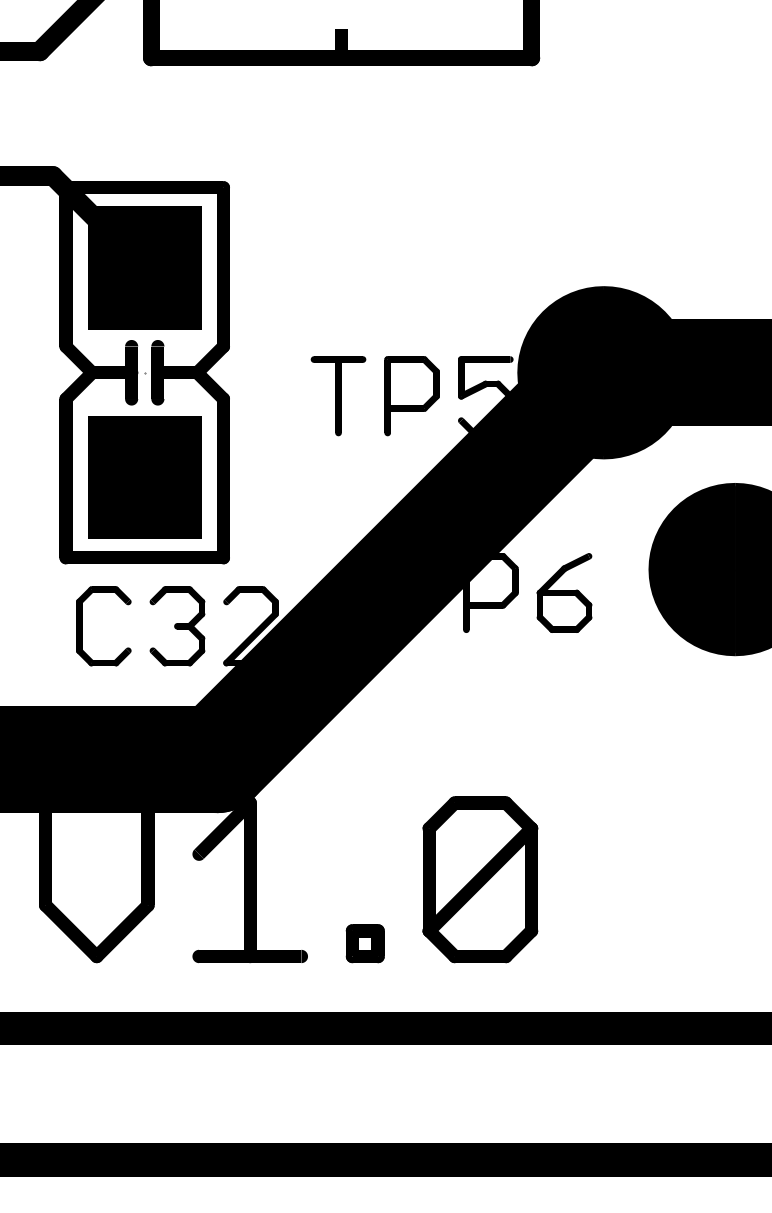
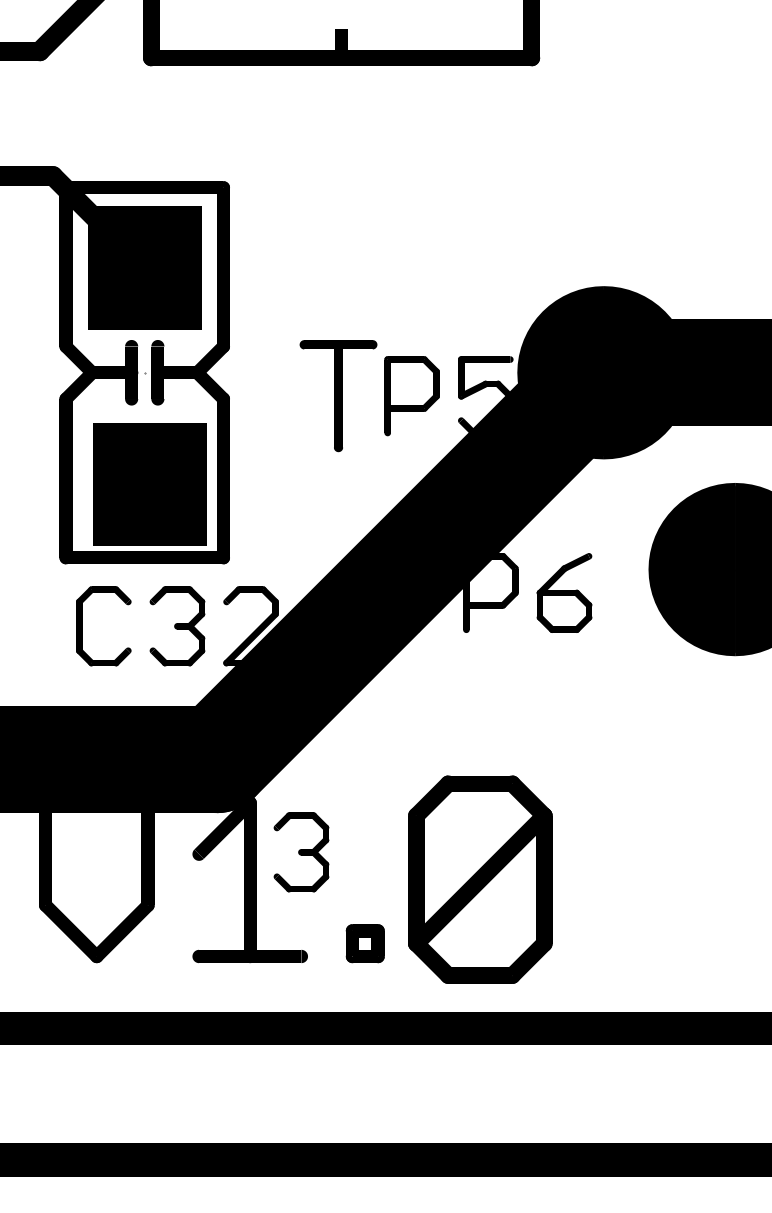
part at (338, 396) size: 57x81 px -> 79x113 px
part at (144, 477) position: (144, 477) -> (149, 484)
part at (301, 852): none -> present
part at (480, 879) size: 117x168 px -> 145x209 px
